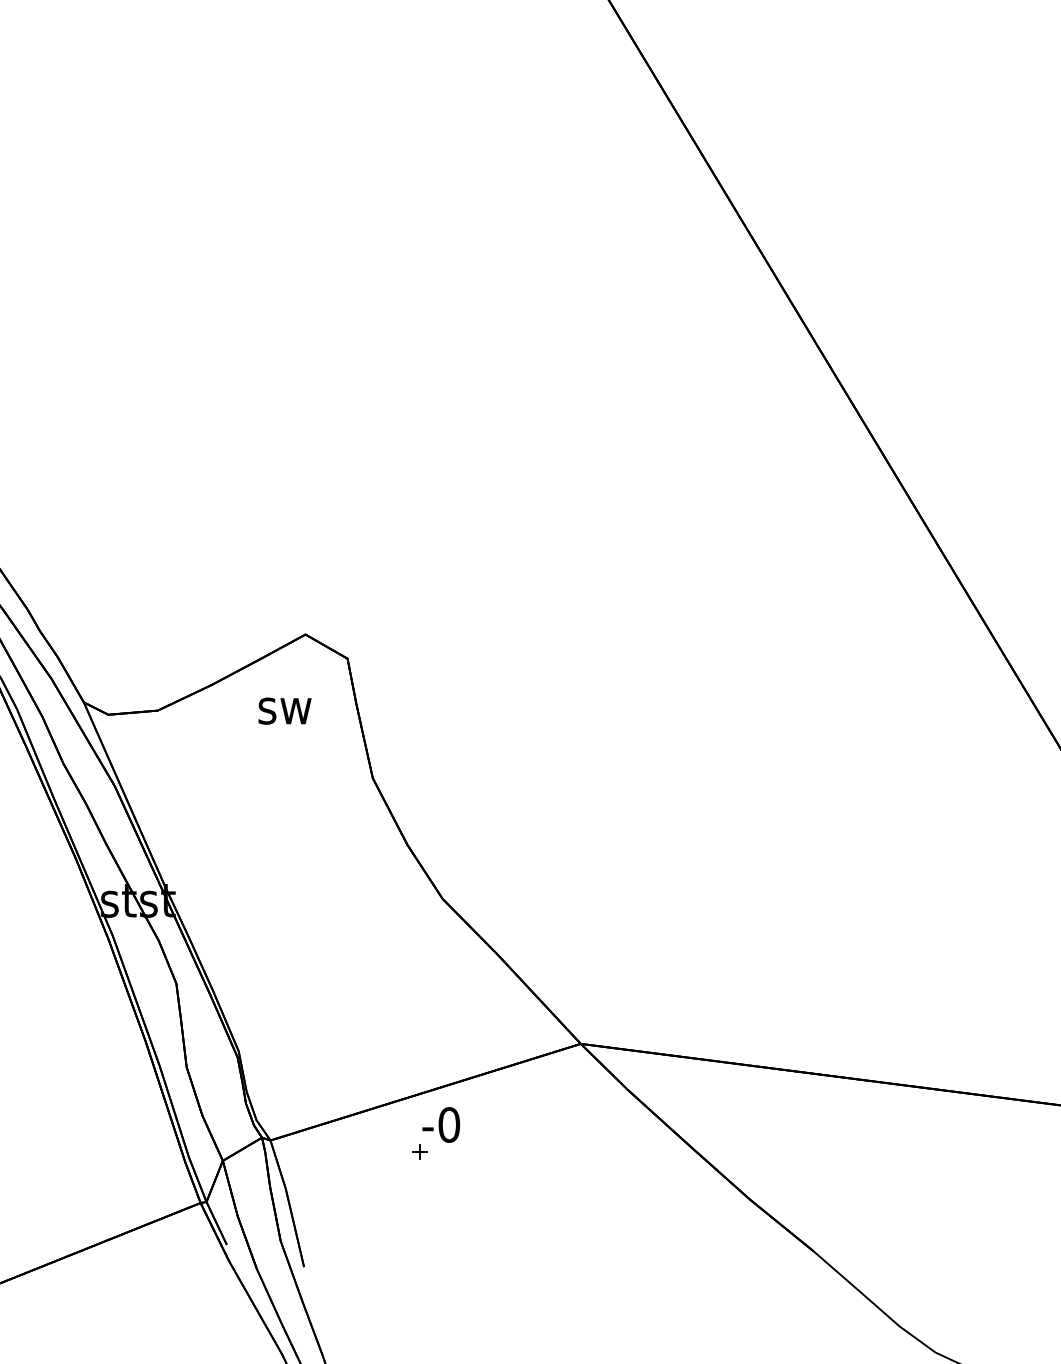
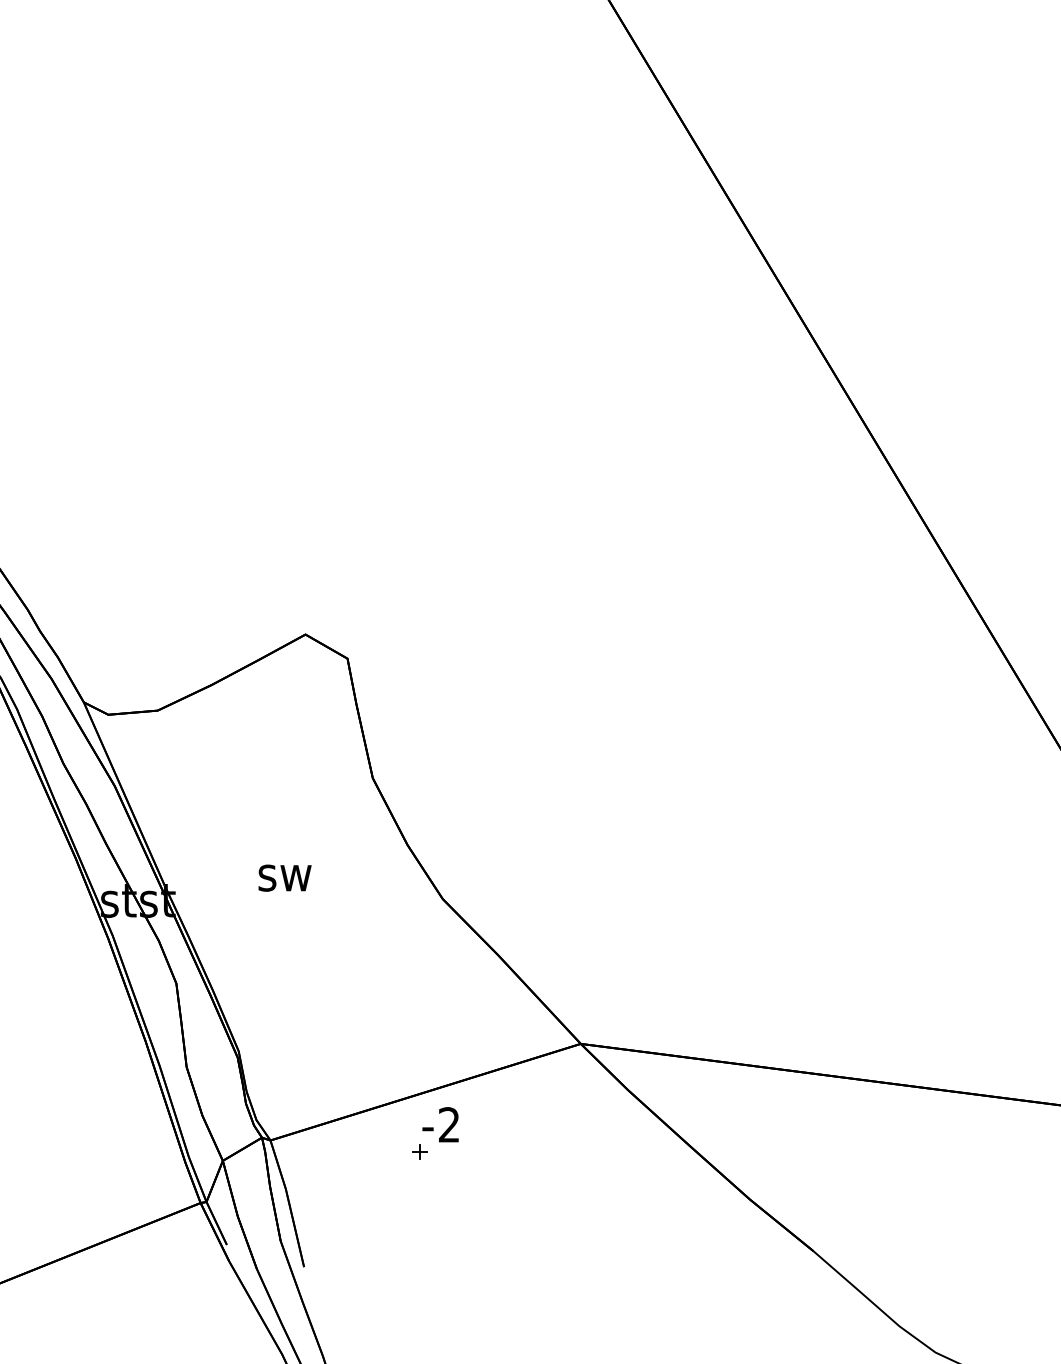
text at (284, 710) position: (284, 710) -> (284, 877)
text at (449, 1124): -0 -> -2
